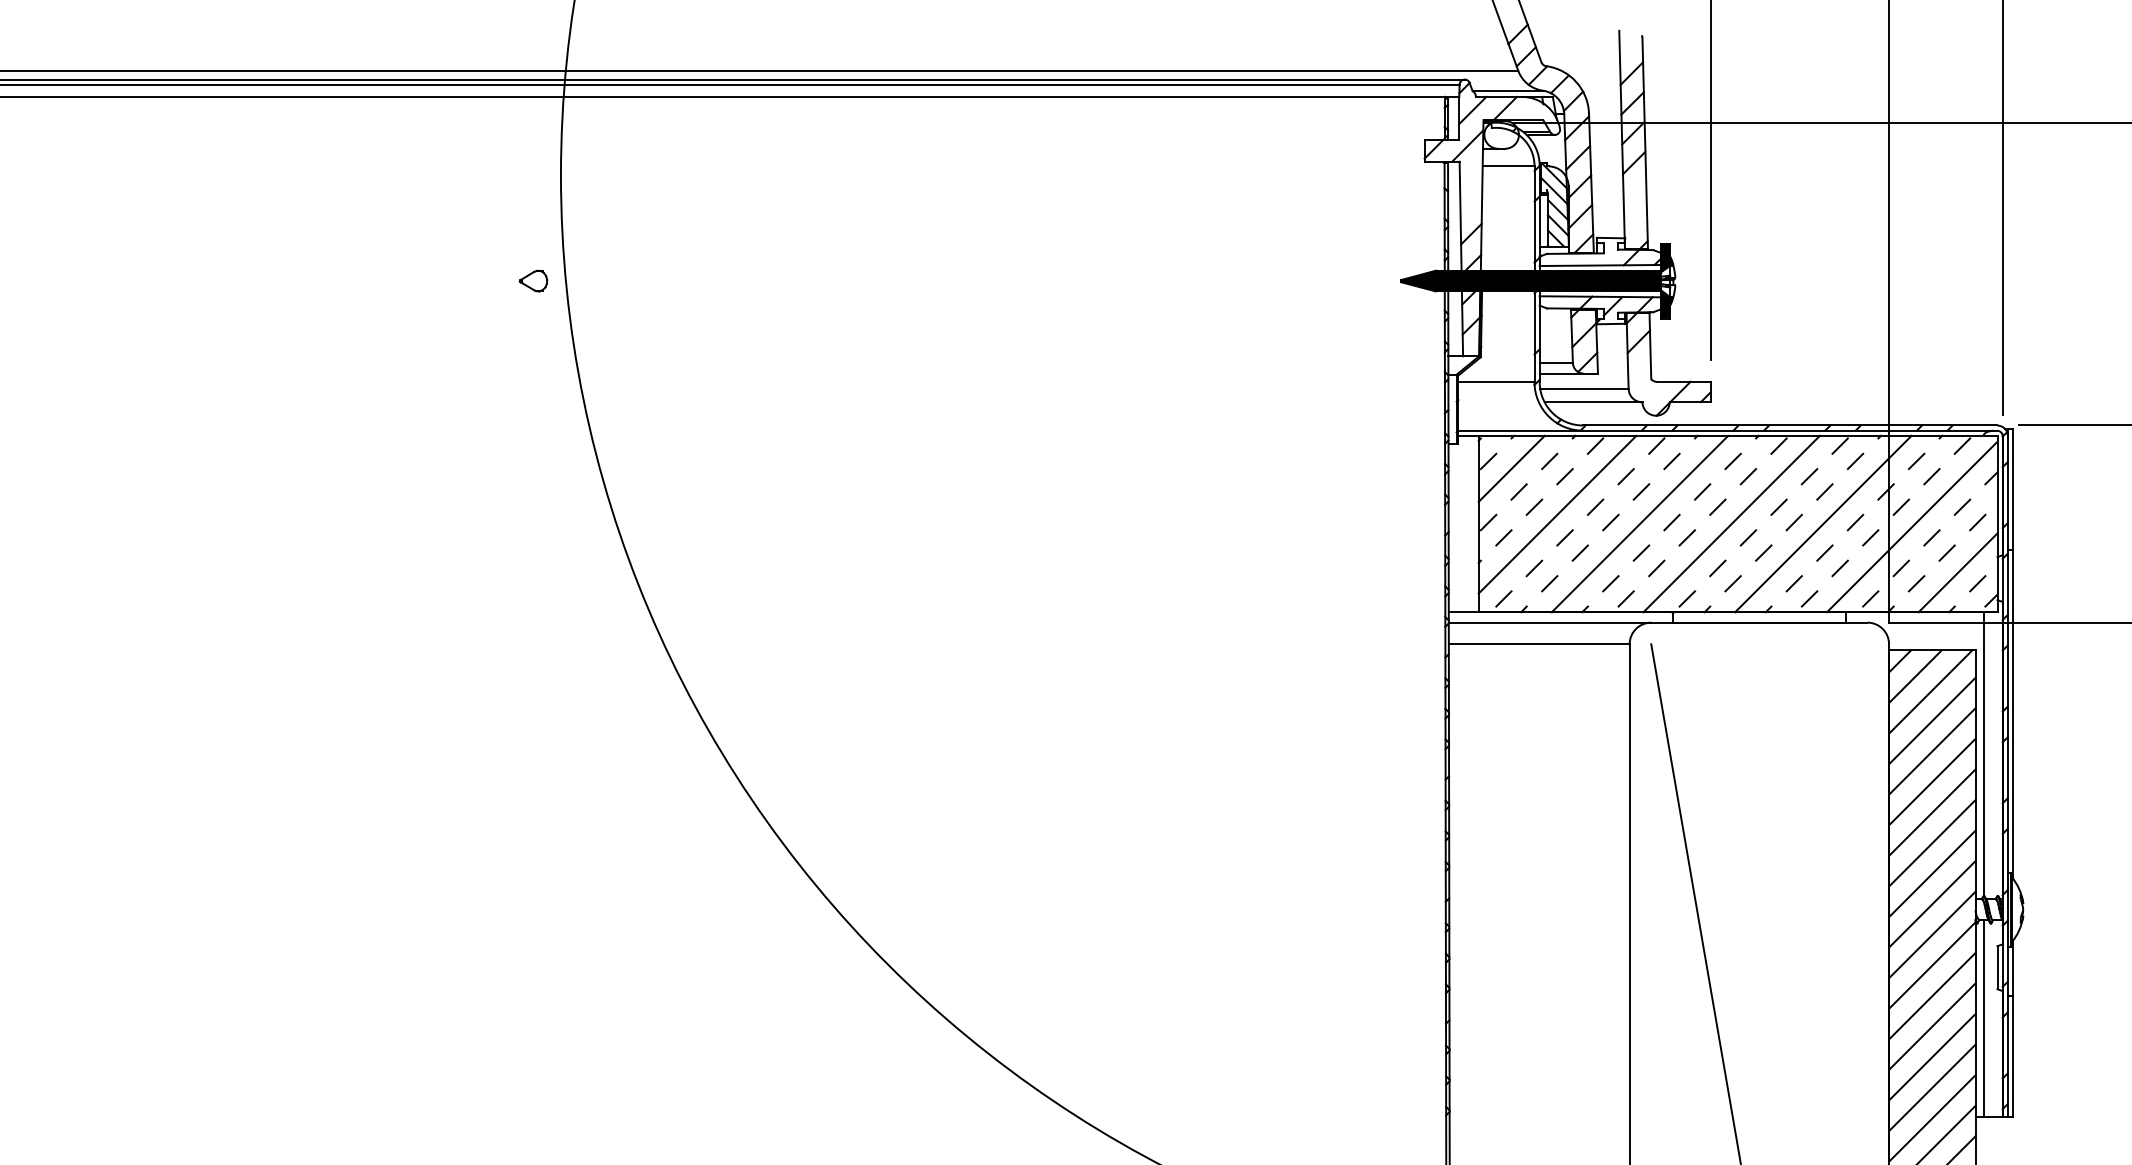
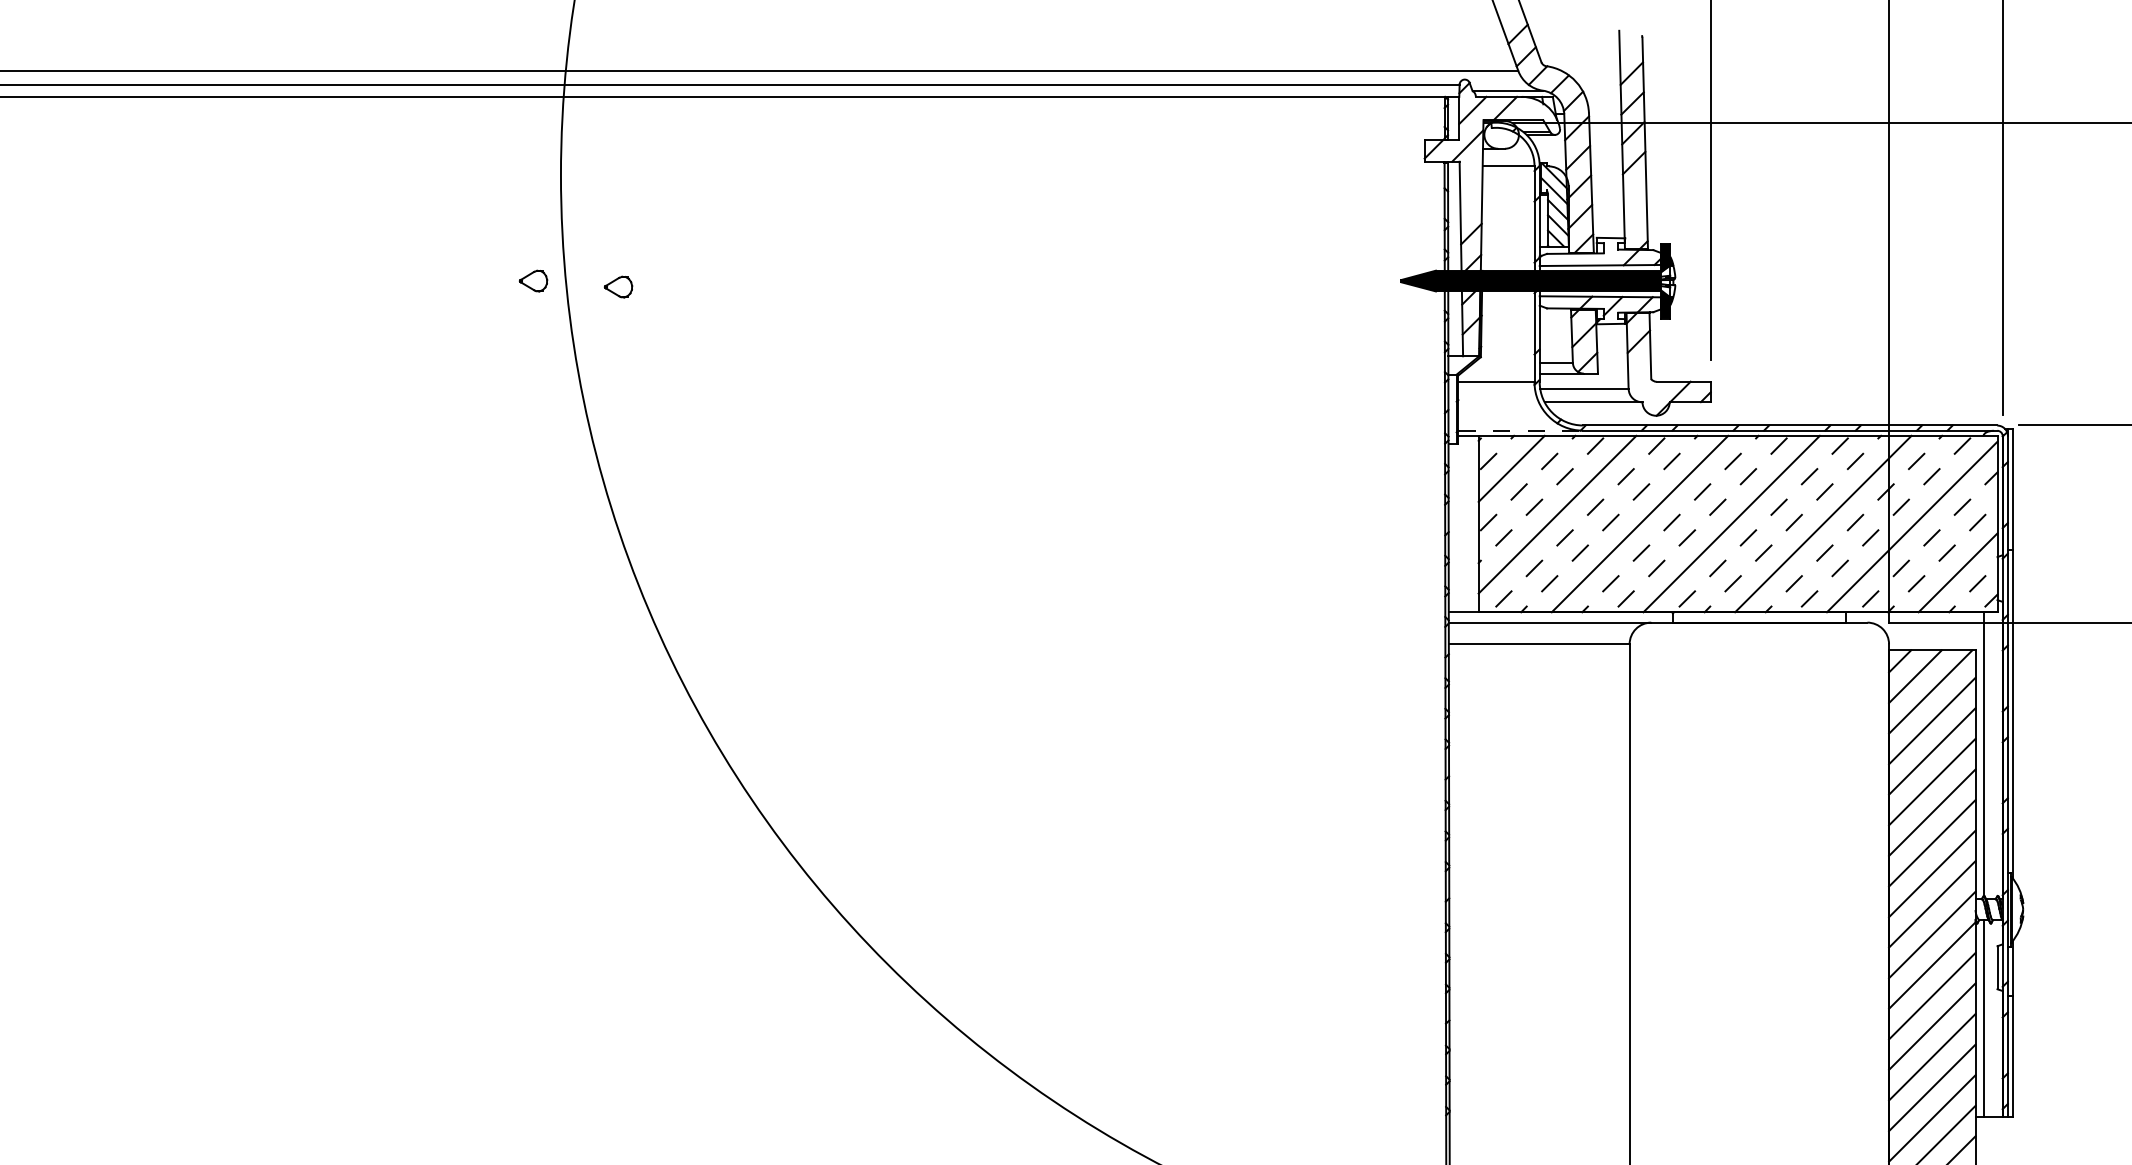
line at (733, 79): present -> none
part at (618, 286): none -> present
line at (1521, 430): solid -> dashed
line at (1695, 902): present -> none
